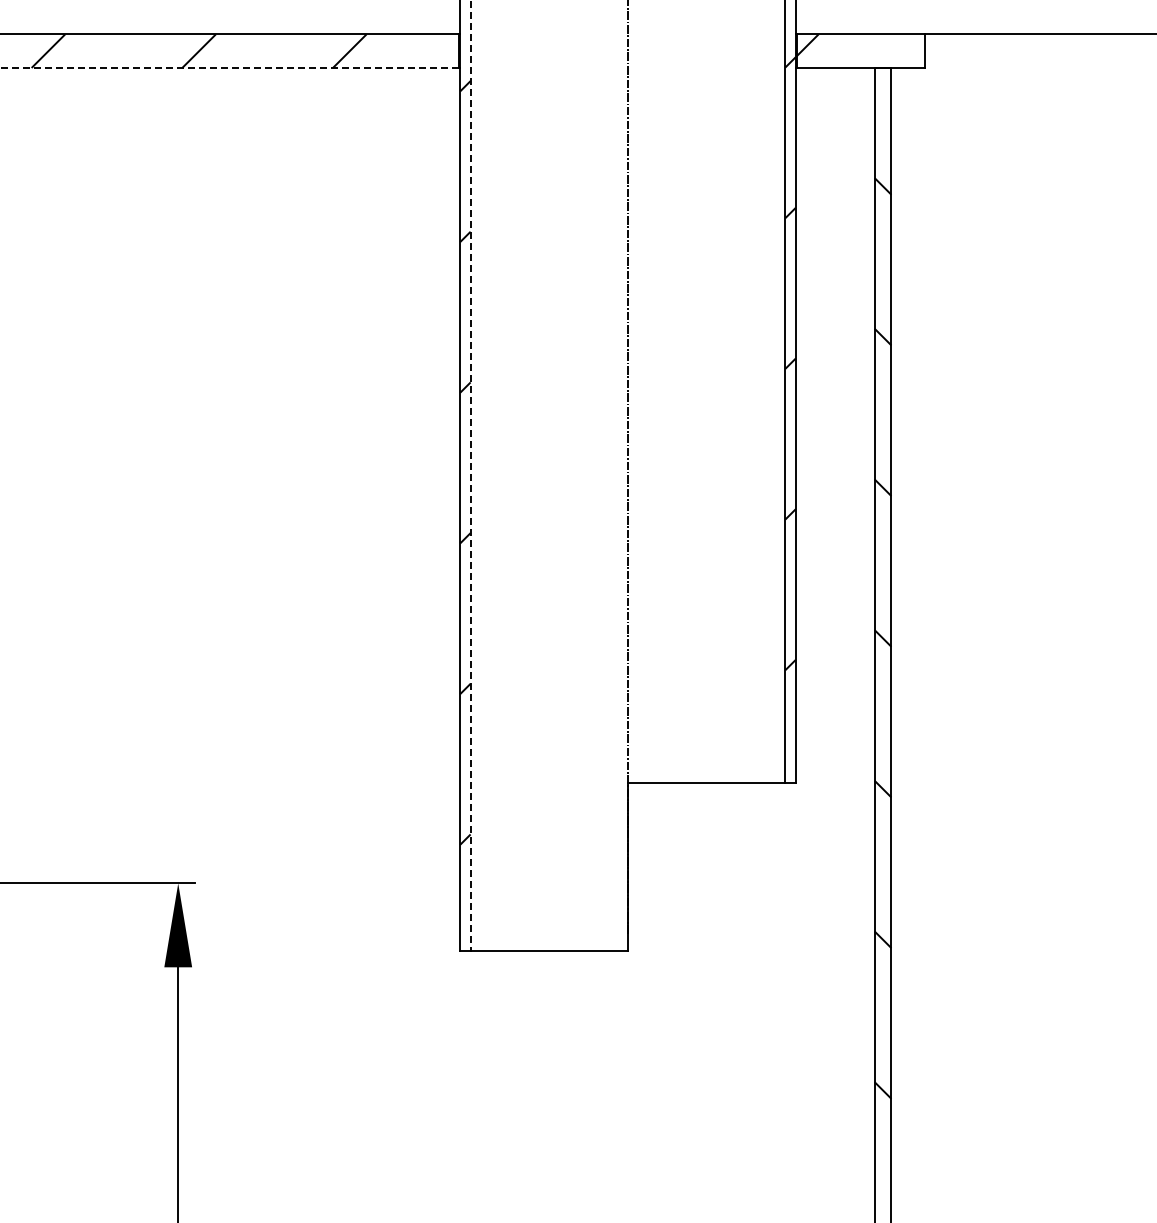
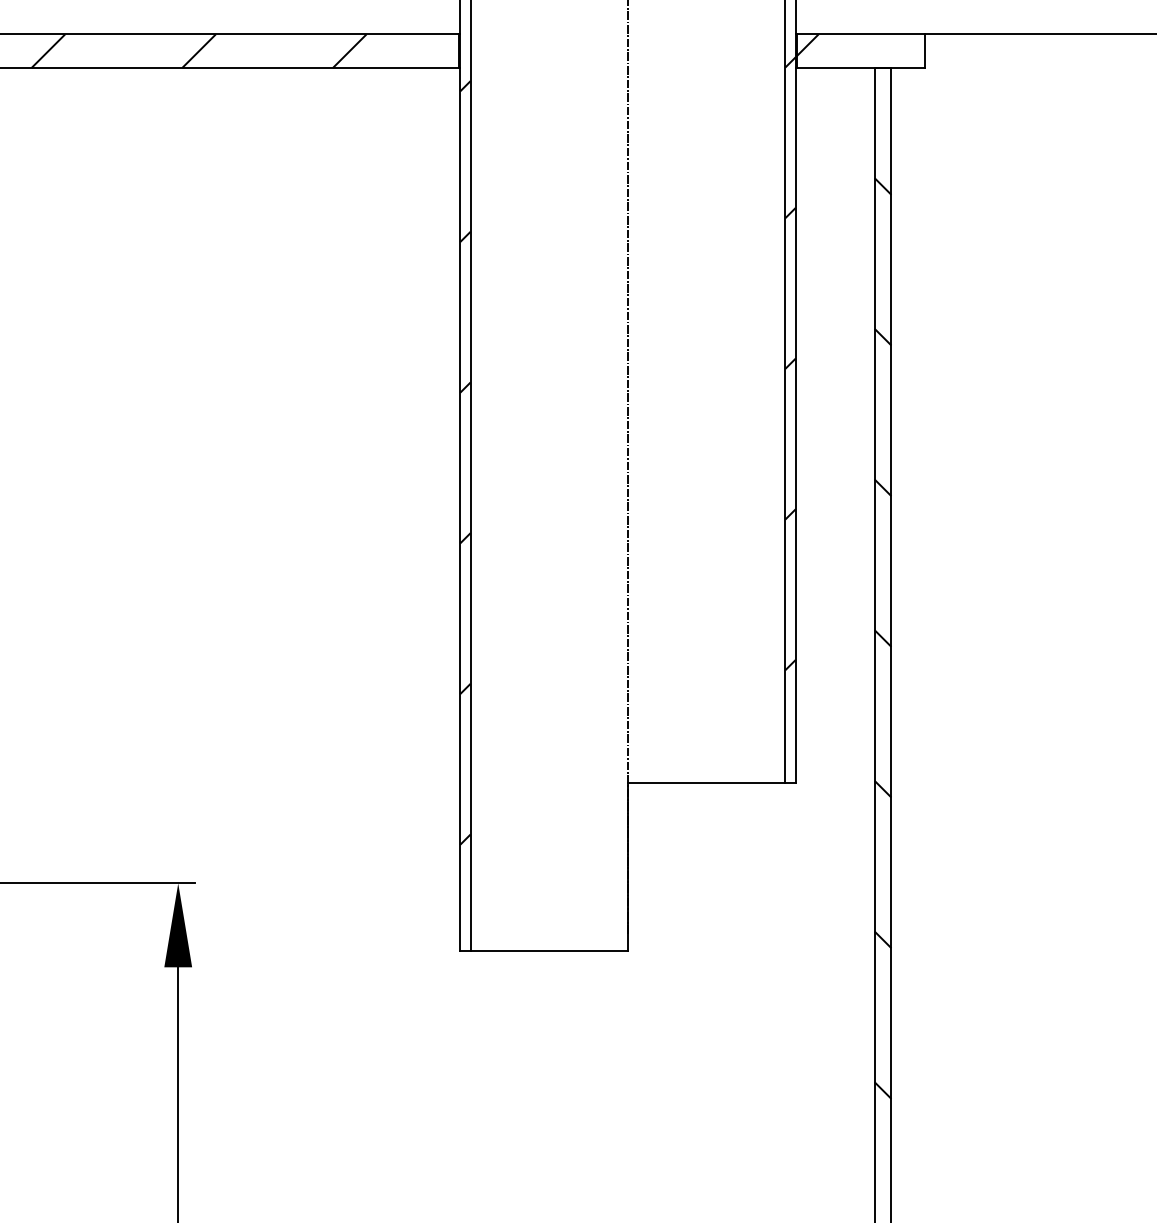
line at (229, 67): dashed -> solid
line at (470, 475): dashed -> solid
